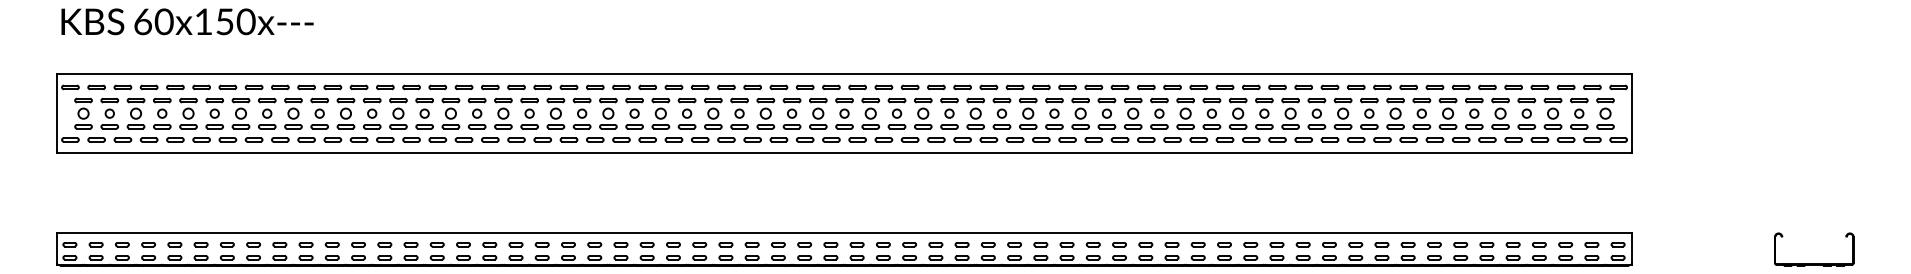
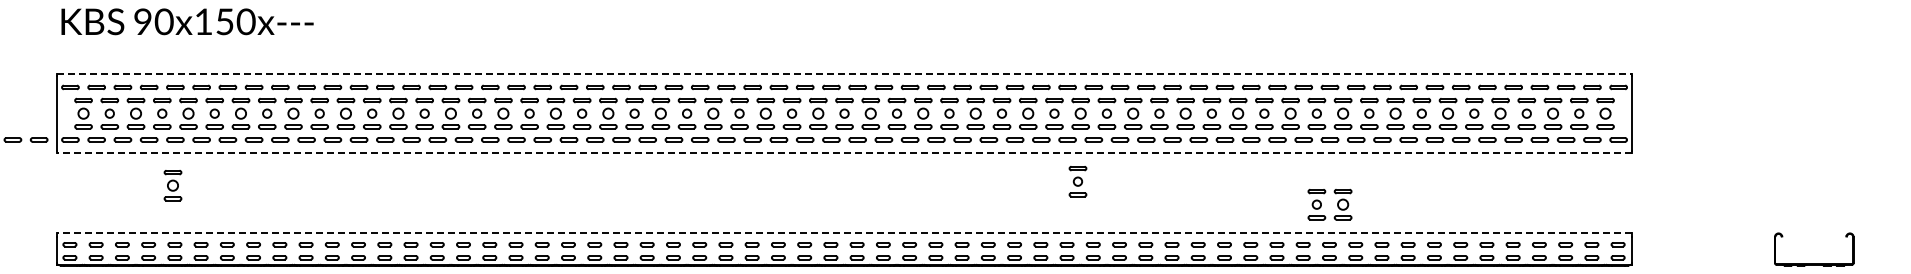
text at (142, 21): 60x150x--- -> 90x150x---
line at (845, 74): solid -> dashed
part at (25, 139): none -> present
line at (844, 153): solid -> dashed
part at (1077, 181): none -> present
part at (172, 185): none -> present
part at (1321, 204): none -> present
line at (844, 233): solid -> dashed
